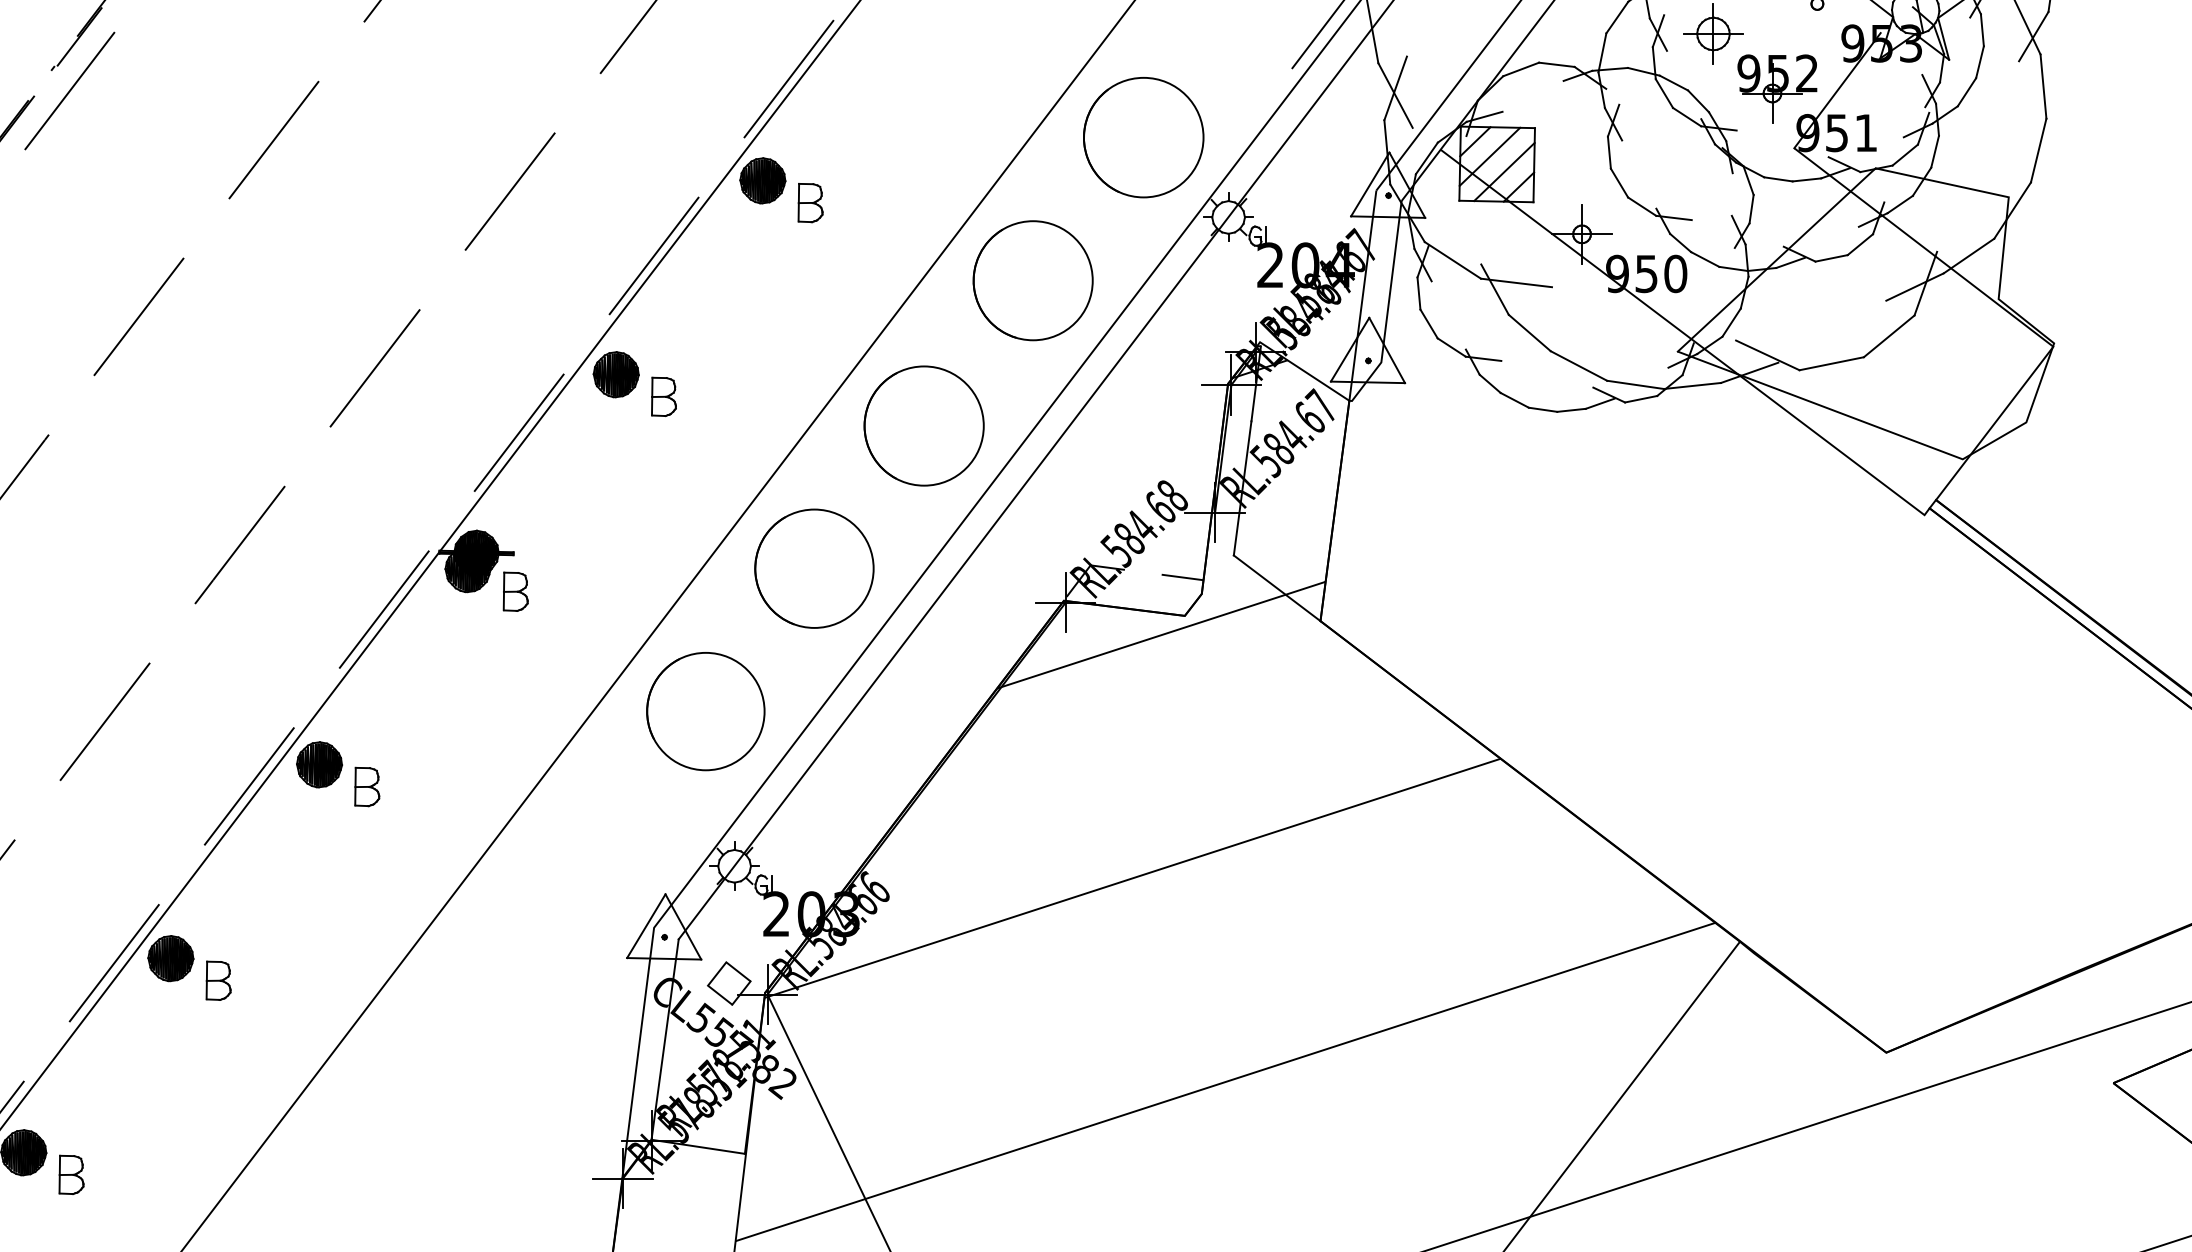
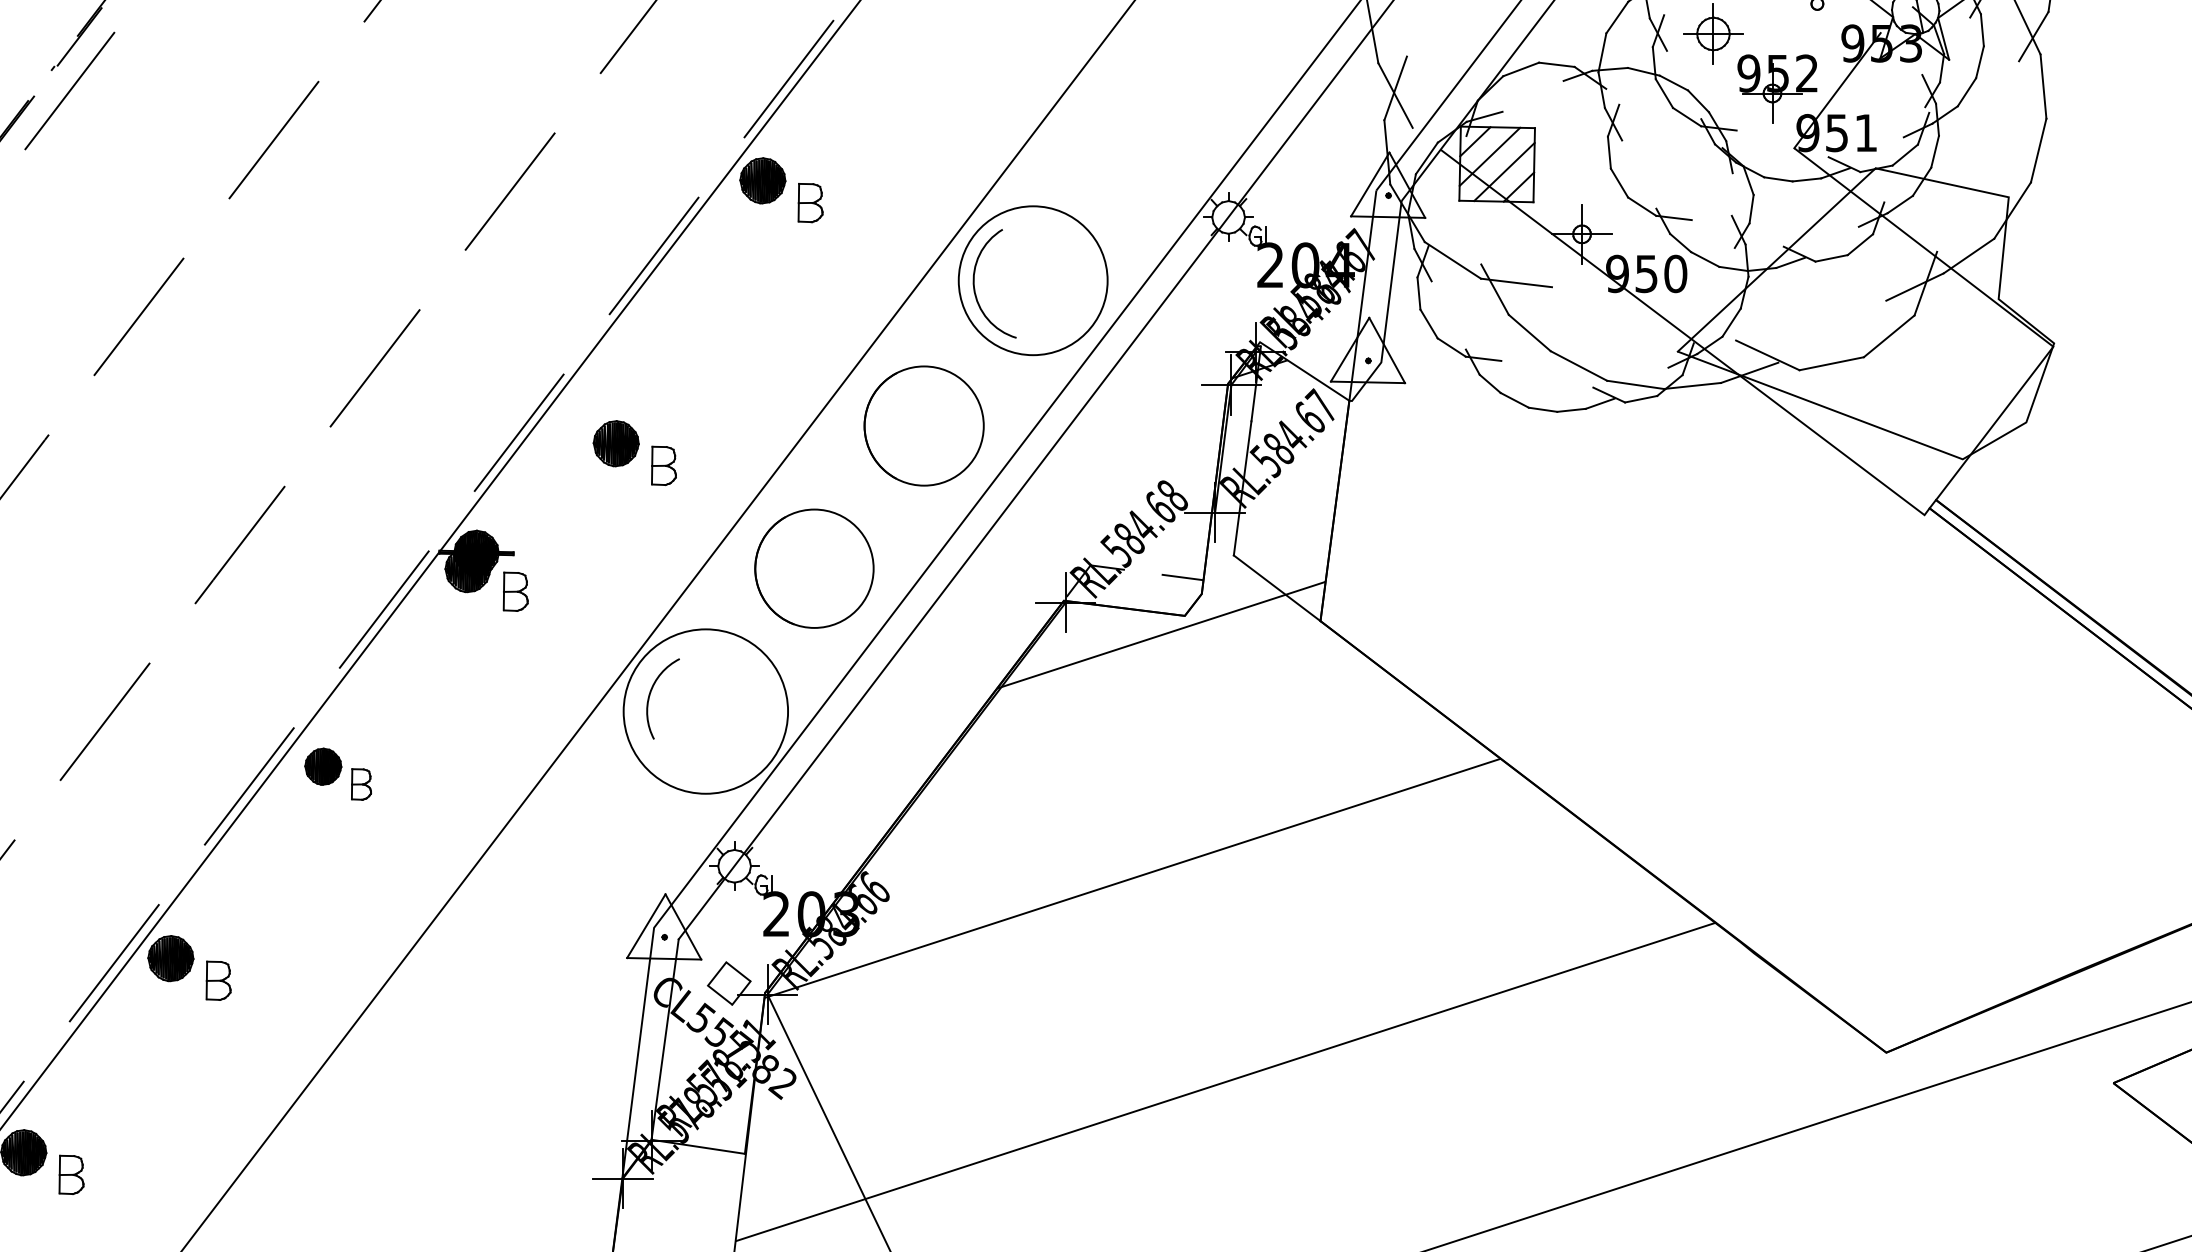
line at (1317, 35): present -> none
circle at (1143, 137): present -> none
circle at (1032, 280) diameter: 119 px -> 149 px
part at (634, 384) position: (634, 384) -> (634, 453)
circle at (705, 711) diameter: 117 px -> 164 px
part at (338, 774) size: 85x67 px -> 68x54 px
line at (1622, 1094): present -> none
